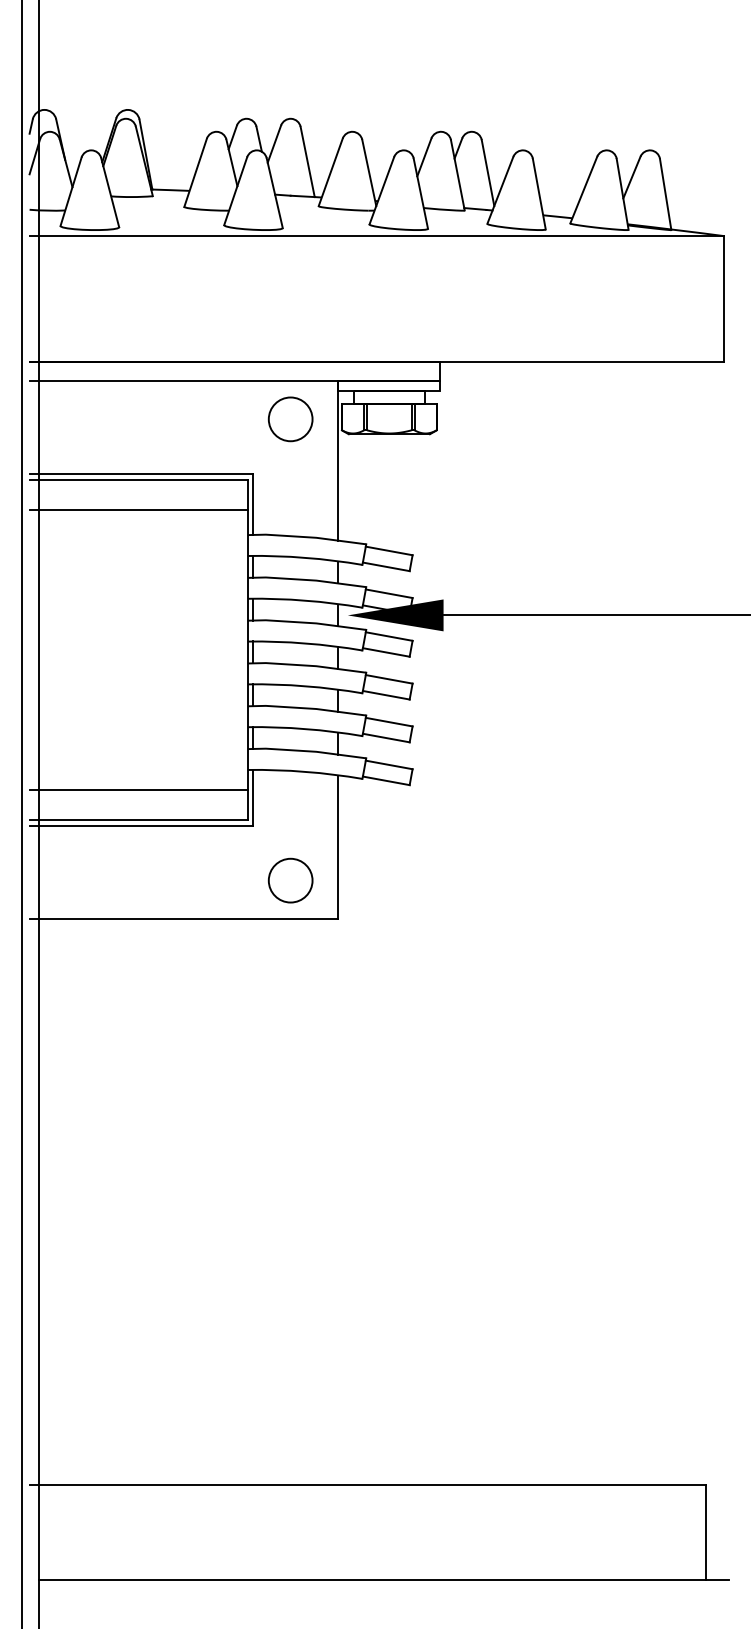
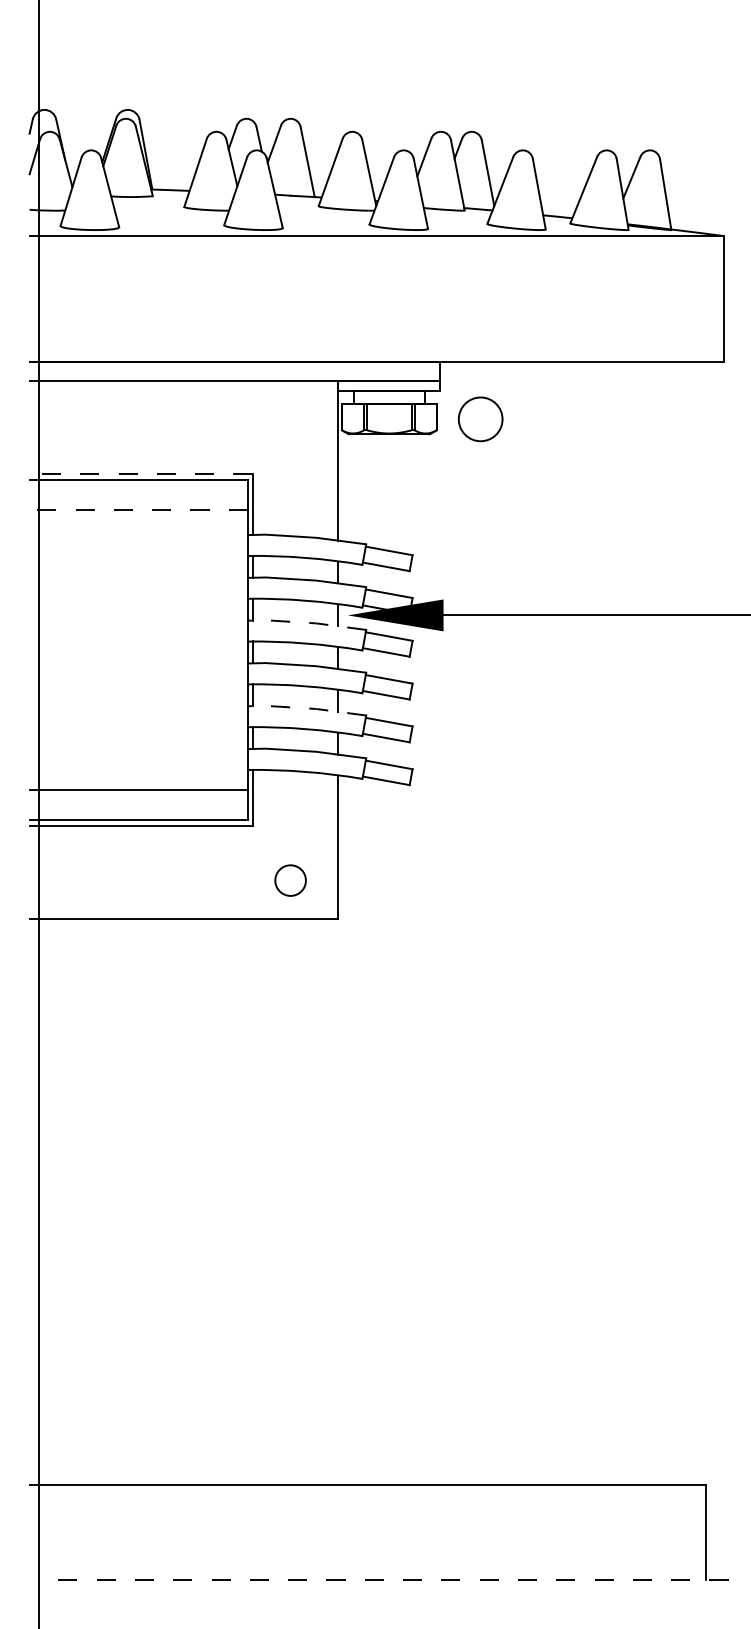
circle at (290, 419) position: (290, 419) -> (480, 419)
line at (141, 474): solid -> dashed
line at (138, 510): solid -> dashed
line at (306, 622): solid -> dashed
line at (306, 708): solid -> dashed
line at (22, 813): present -> none
circle at (290, 880) size: 47x47 px -> 33x33 px
line at (383, 1580): solid -> dashed
